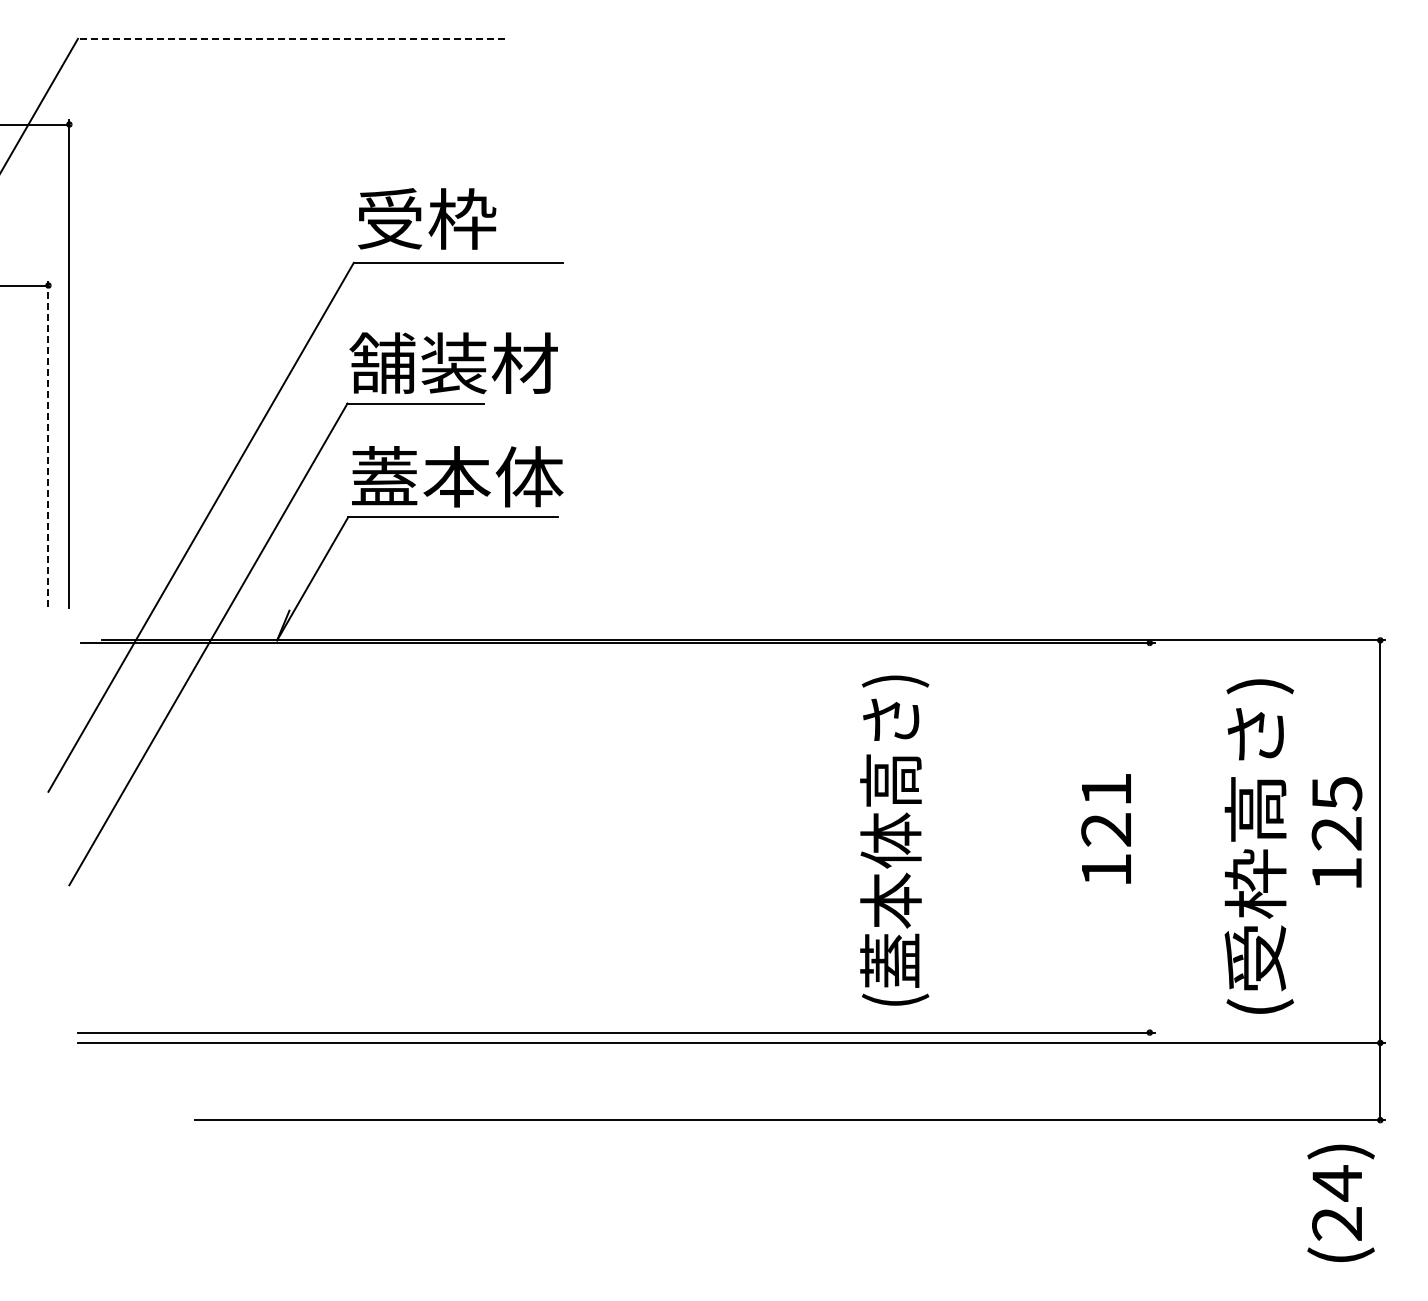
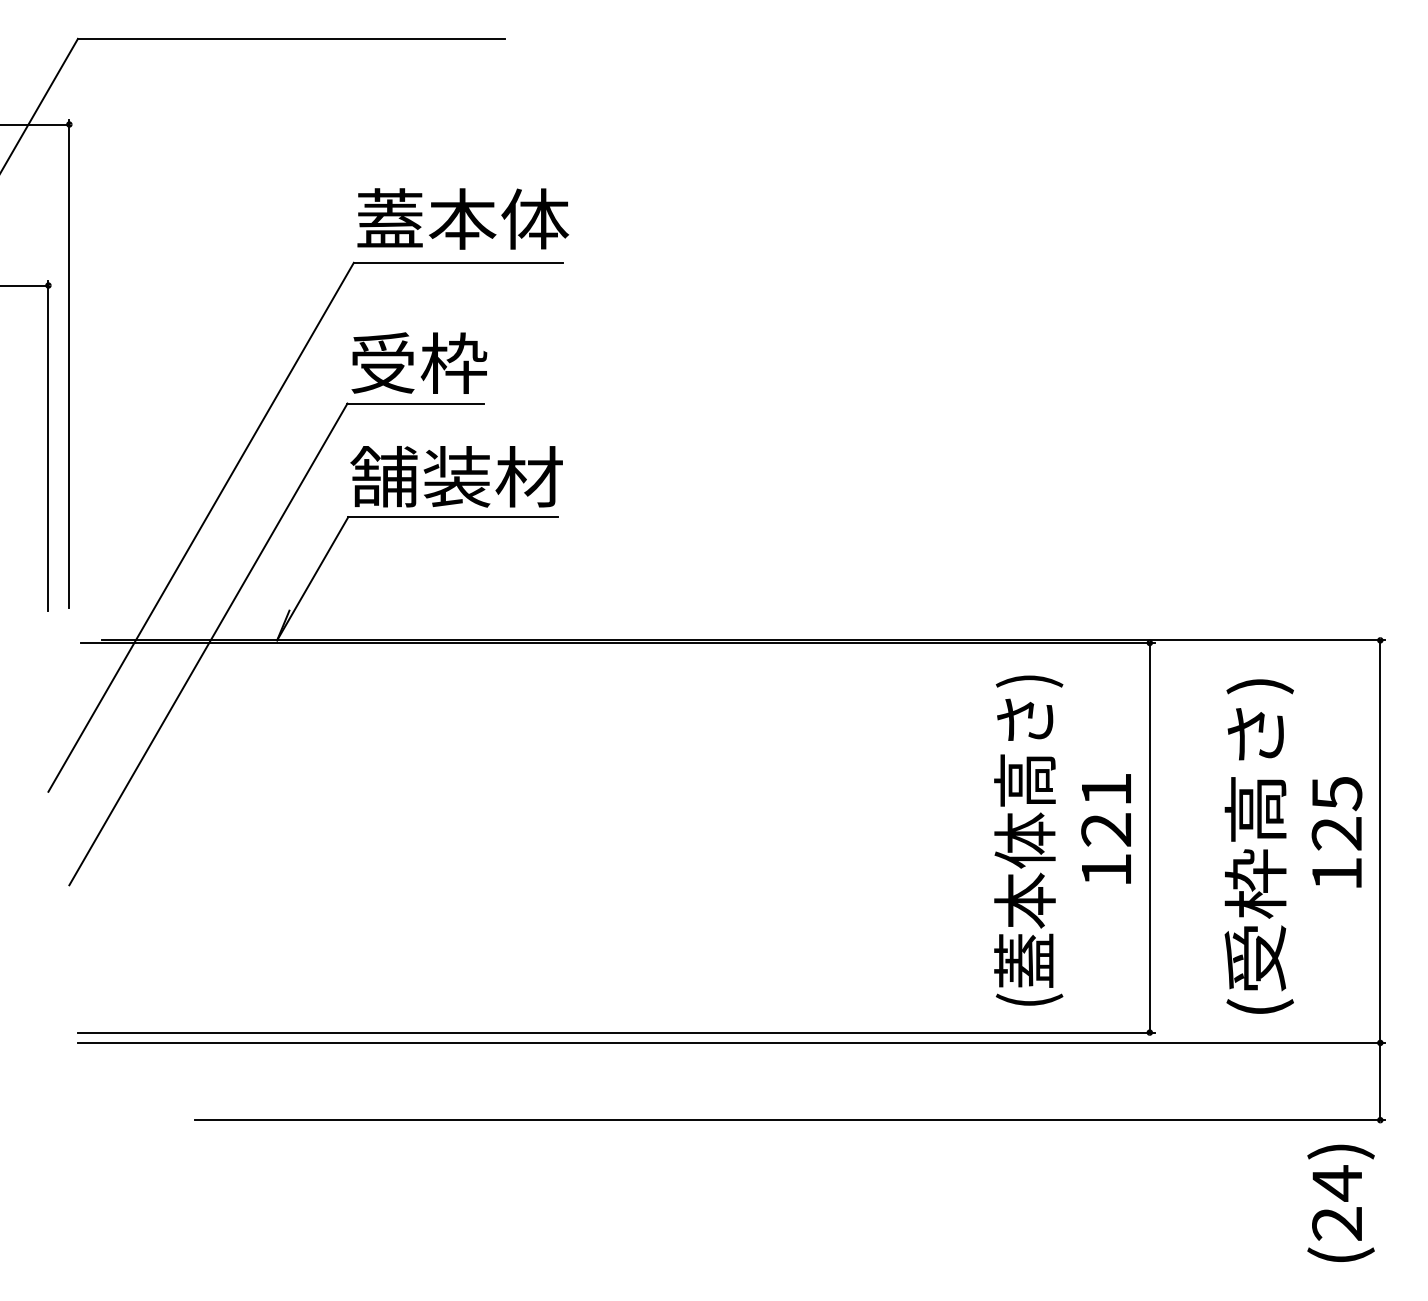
line at (290, 38): dashed -> solid
text at (463, 218): 受枠 -> 蓋本体
text at (453, 363): 舗装材 -> 受枠
line at (48, 446): dashed -> solid
text at (456, 476): 蓋本体 -> 舗装材
line at (1149, 837): none -> present
text at (894, 840) position: (894, 840) -> (1028, 840)
